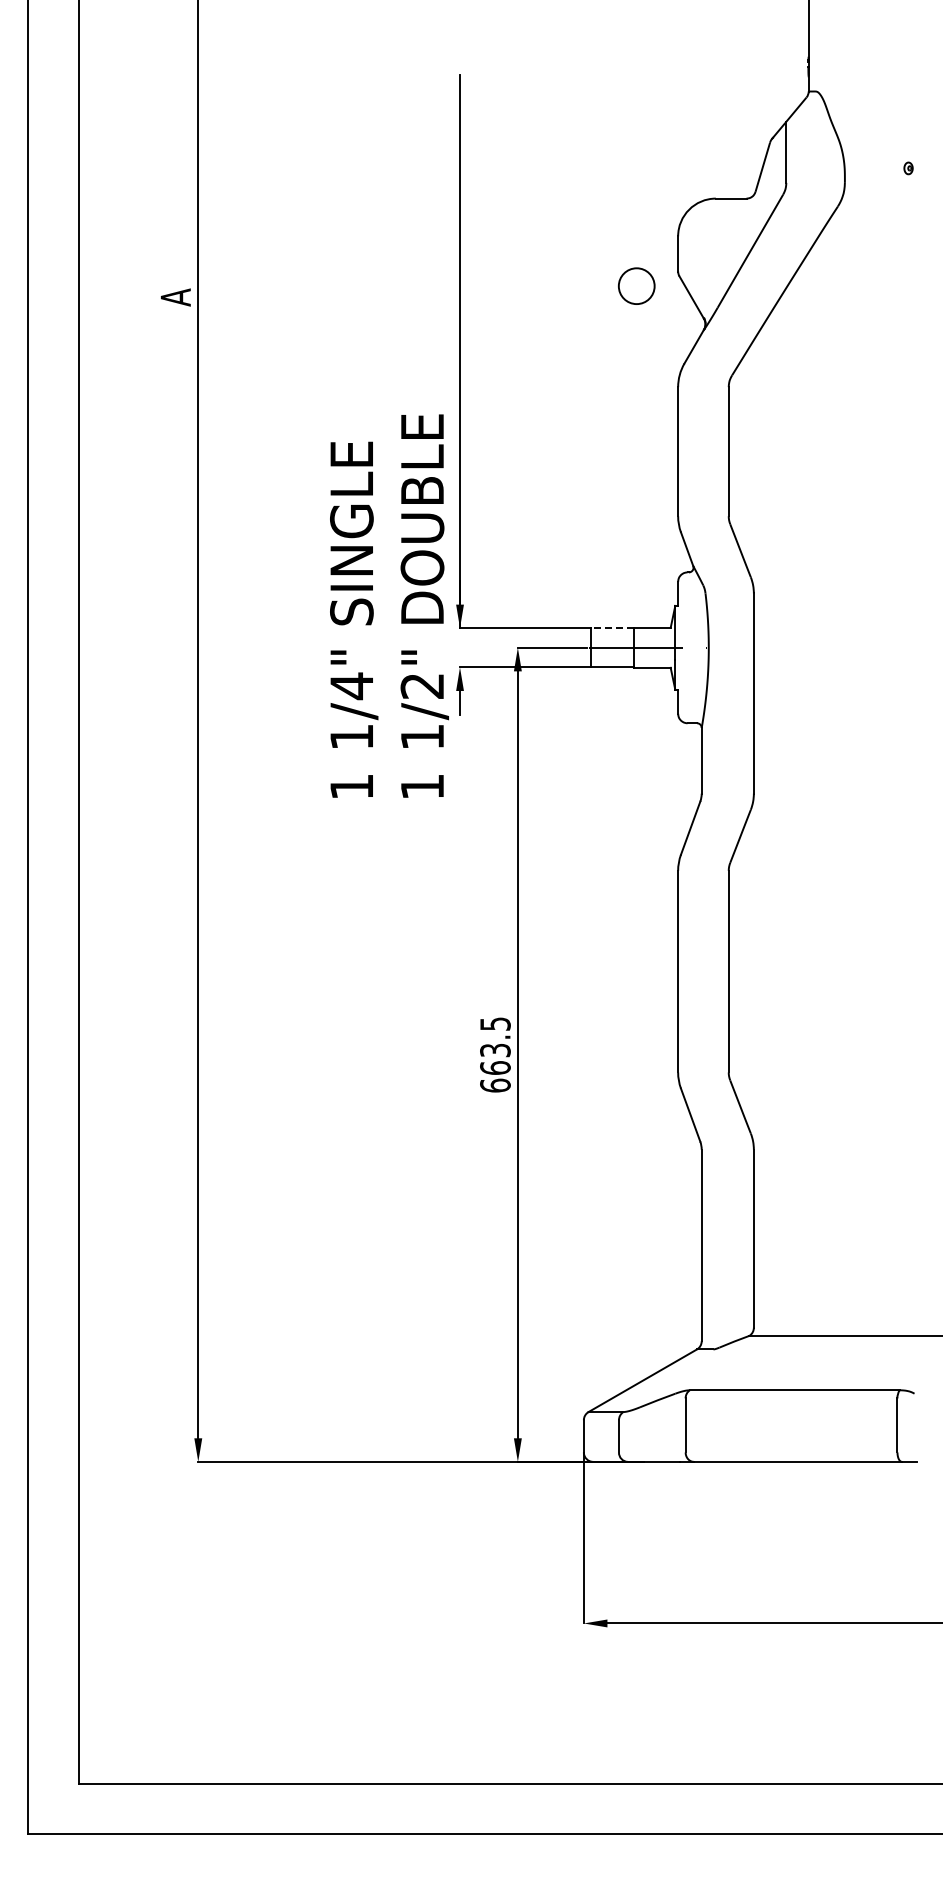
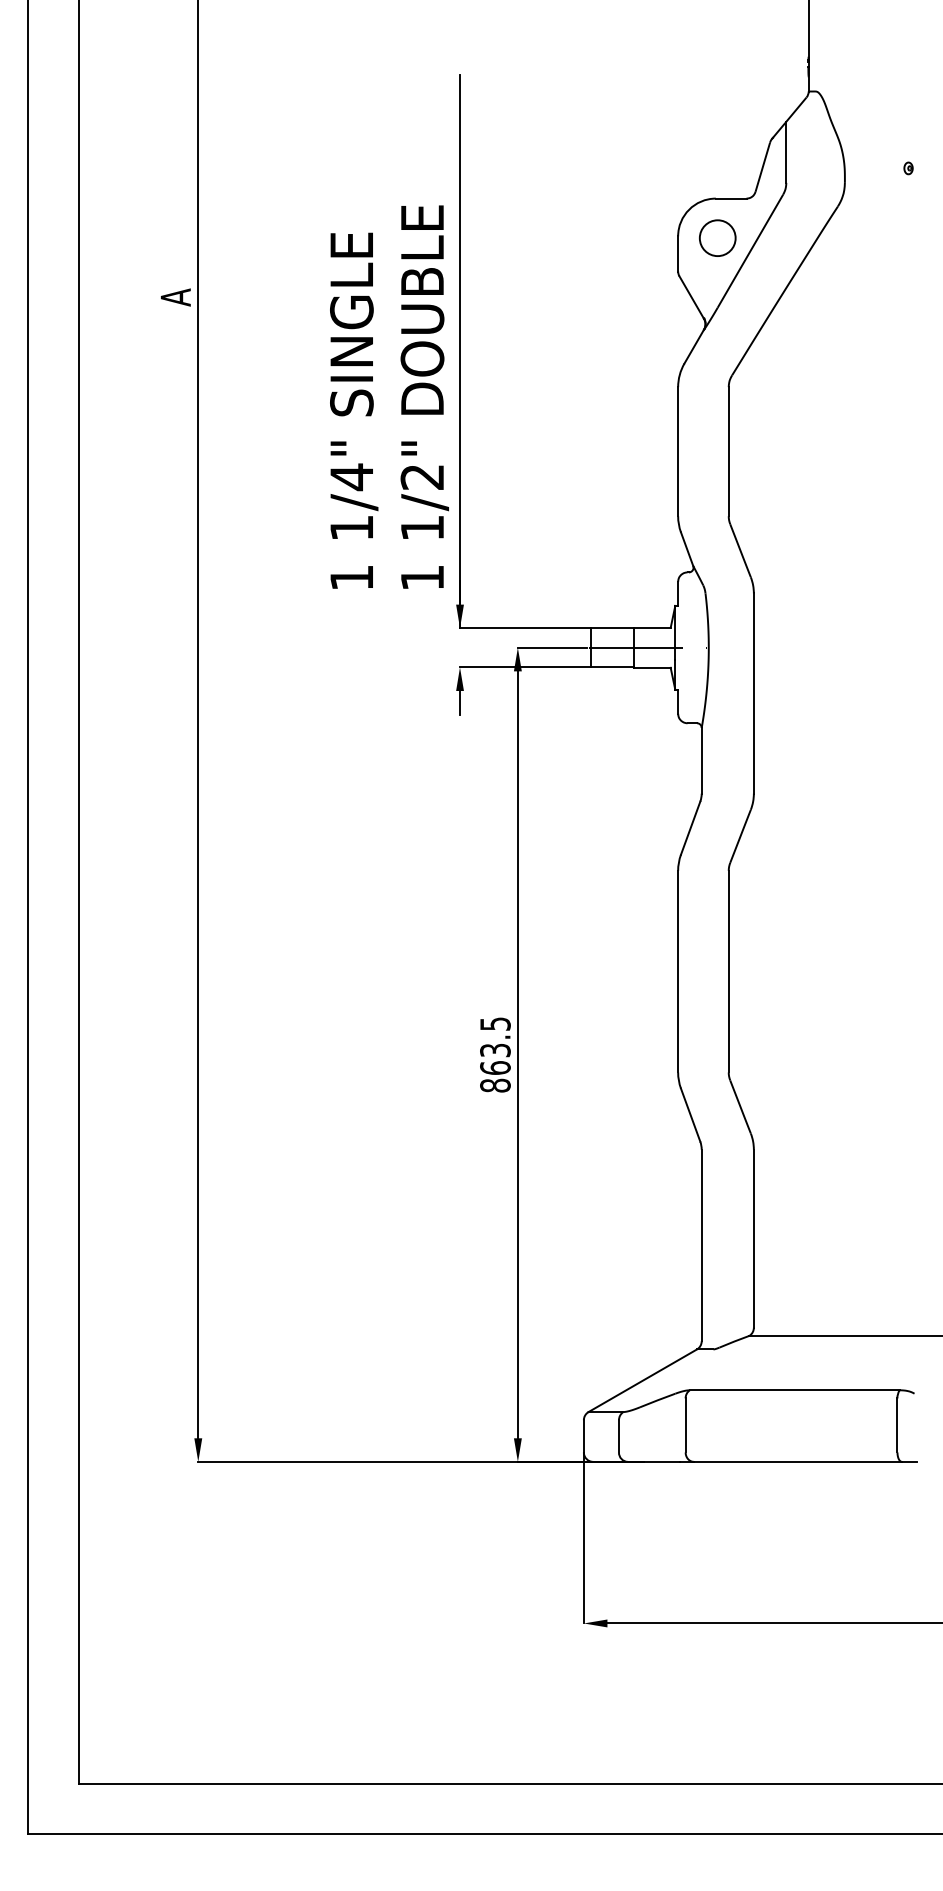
circle at (636, 285) position: (636, 285) -> (717, 237)
text at (389, 605) position: (389, 605) -> (389, 396)
line at (611, 628): dashed -> solid
text at (495, 1085): 663.5 -> 863.5
